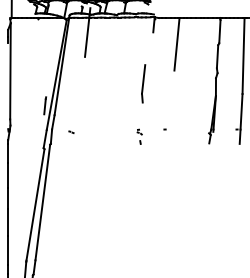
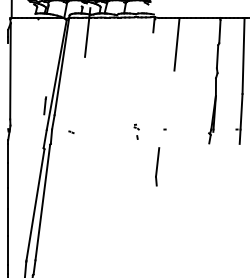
line at (143, 83) position: (143, 83) -> (157, 166)
part at (139, 136) position: (139, 136) -> (136, 131)
